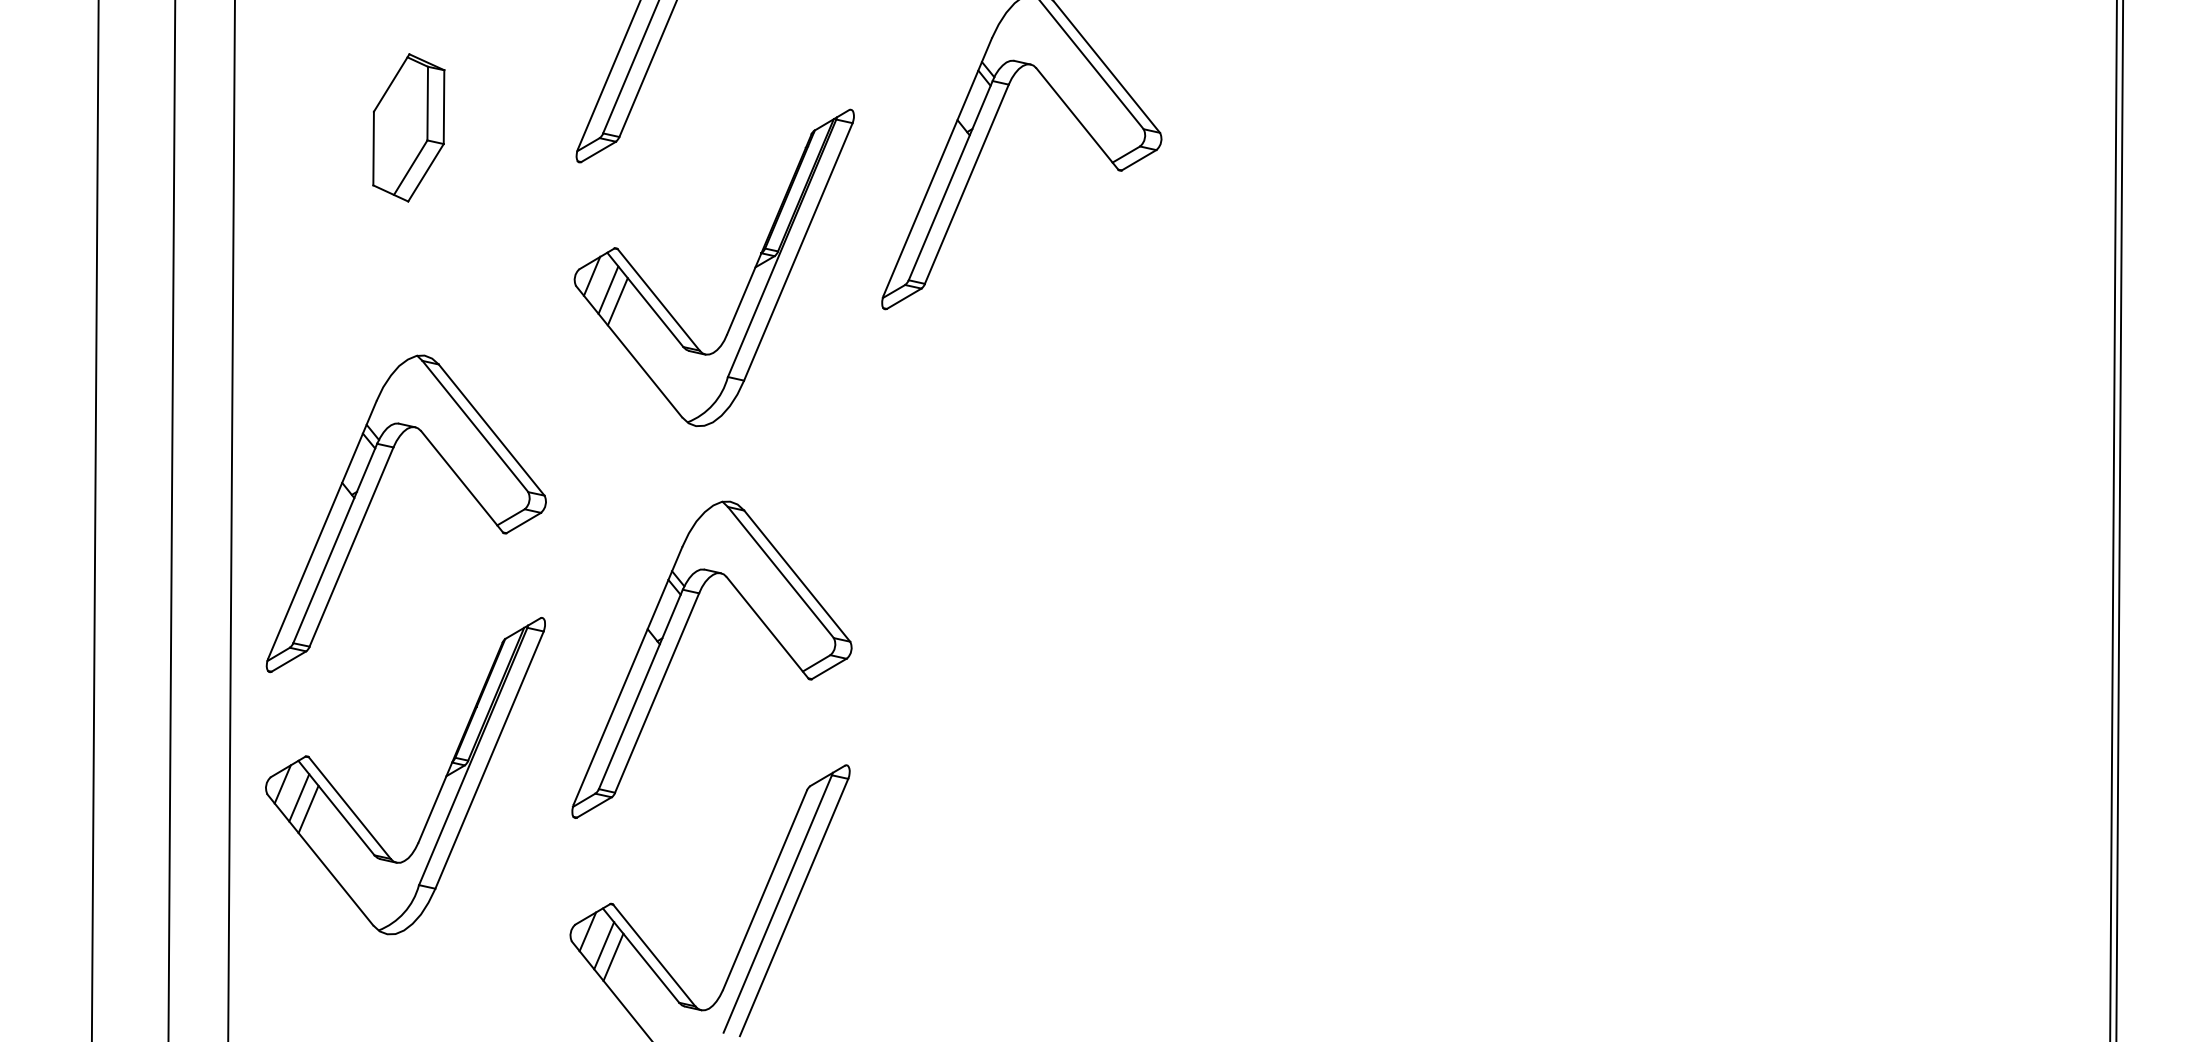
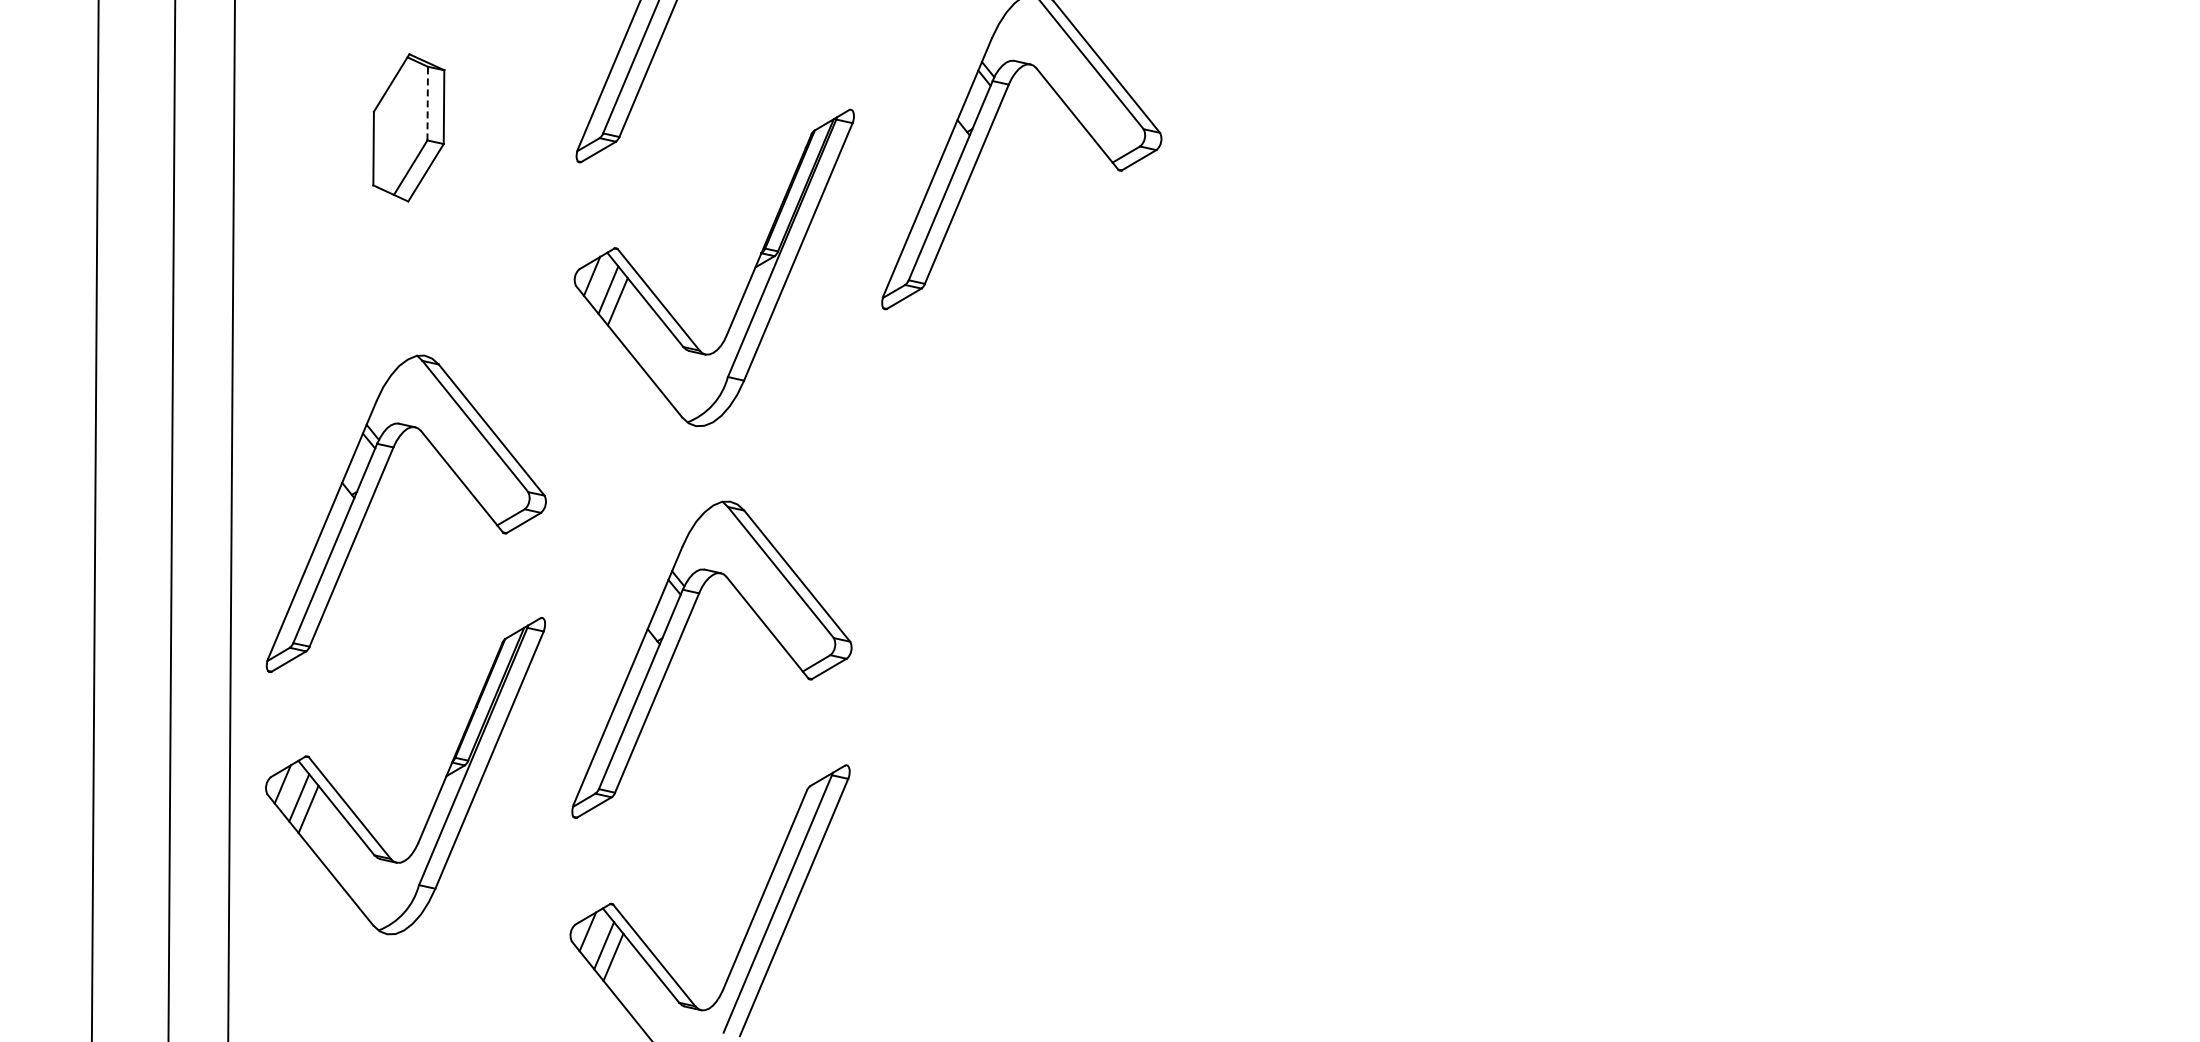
line at (427, 103): solid -> dashed
line at (2113, 520): present -> none
line at (2119, 520): present -> none
